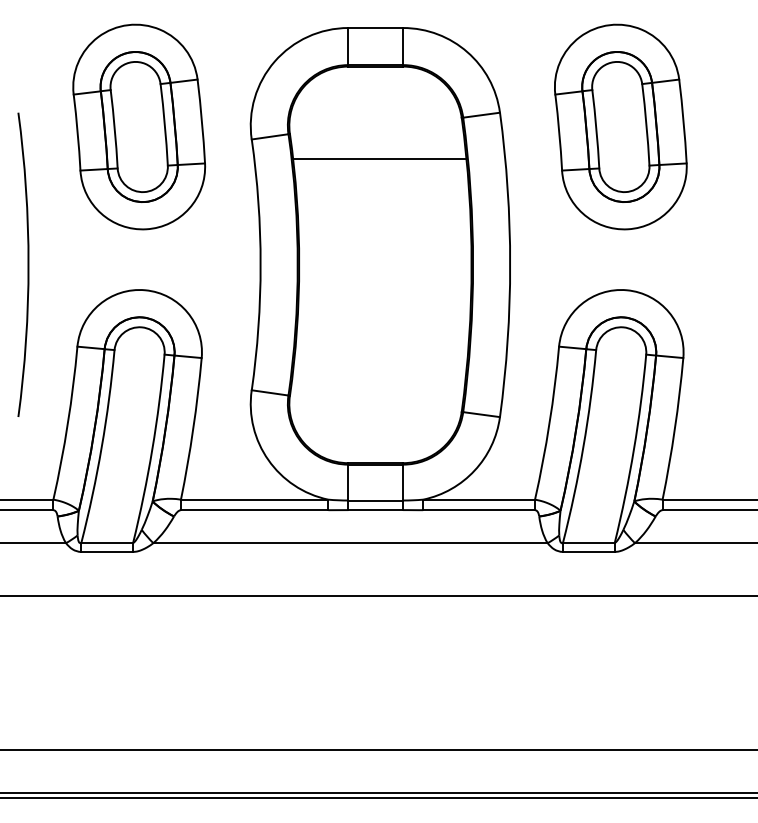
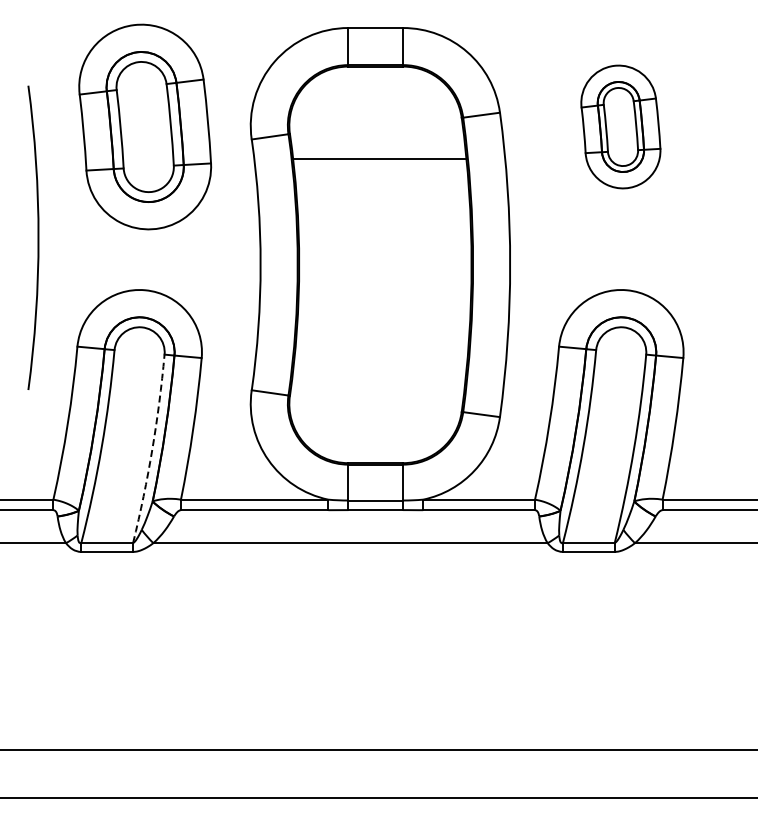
part at (139, 126) position: (139, 126) -> (145, 126)
part at (620, 126) size: 134x208 px -> 82x126 px
arc at (27, 264) position: (27, 264) -> (37, 237)
arc at (152, 449): solid -> dashed
line at (378, 596): present -> none
line at (378, 793): present -> none
